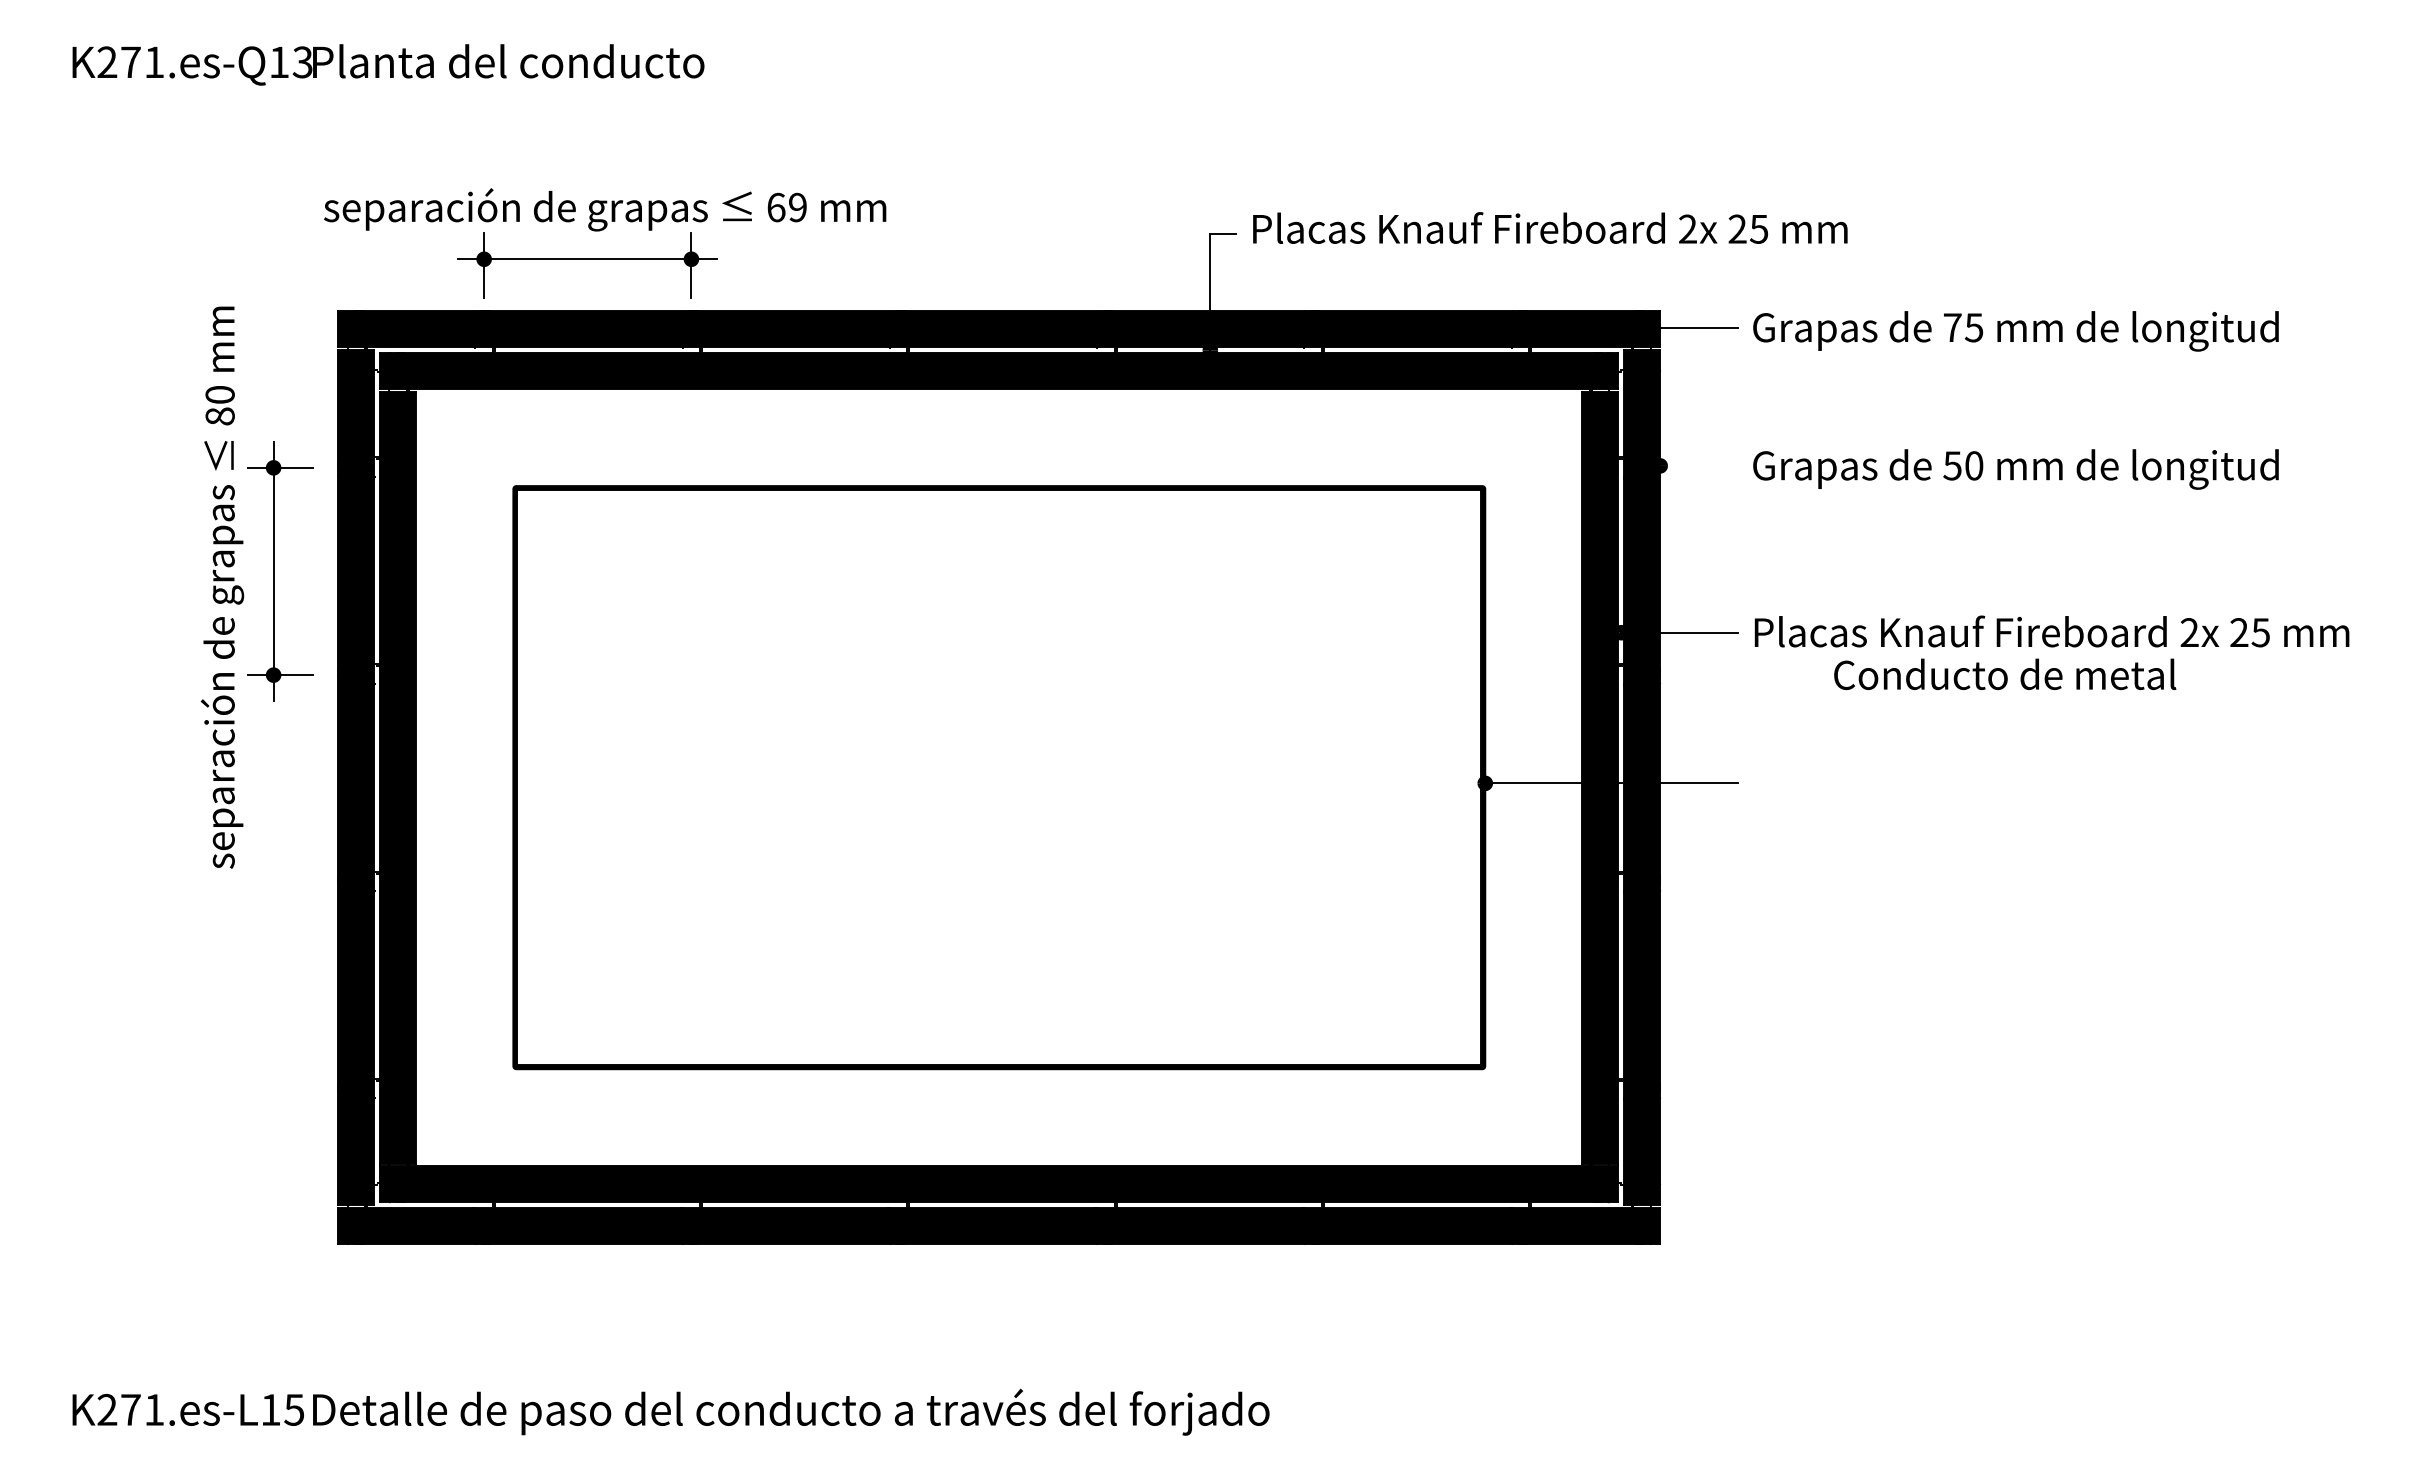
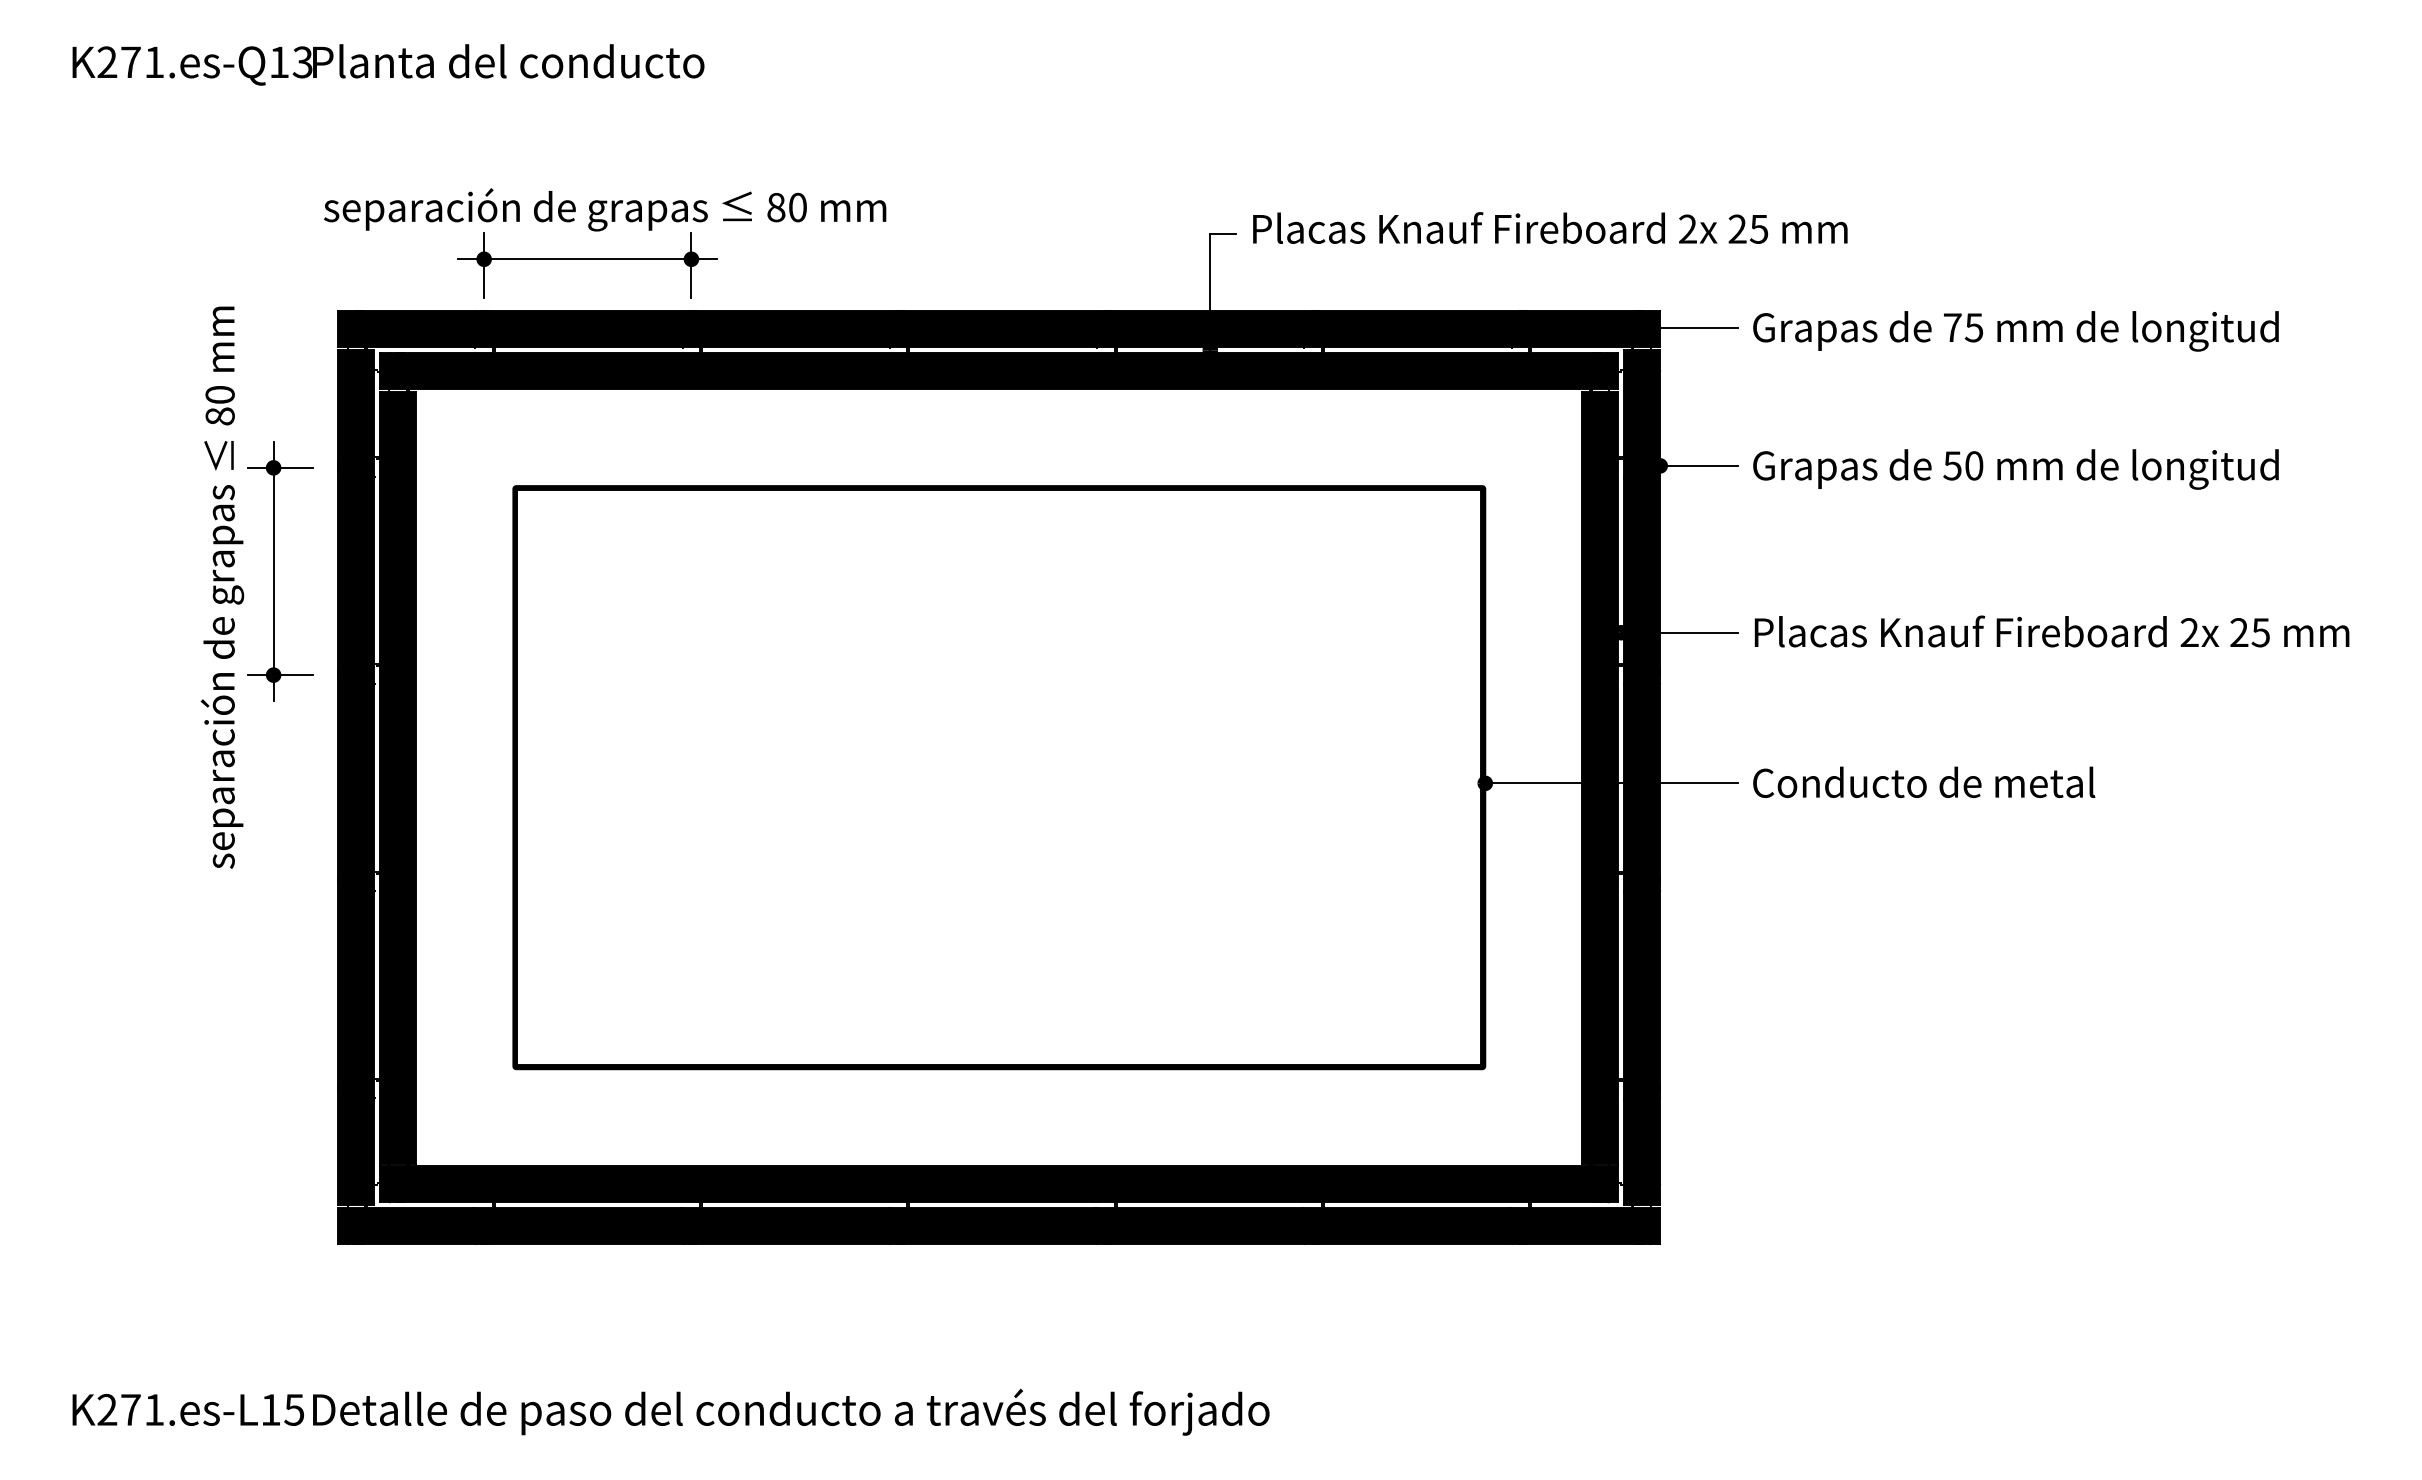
text at (786, 207): 69 -> 80
line at (1698, 465): none -> present
text at (2005, 673) position: (2005, 673) -> (1924, 781)
